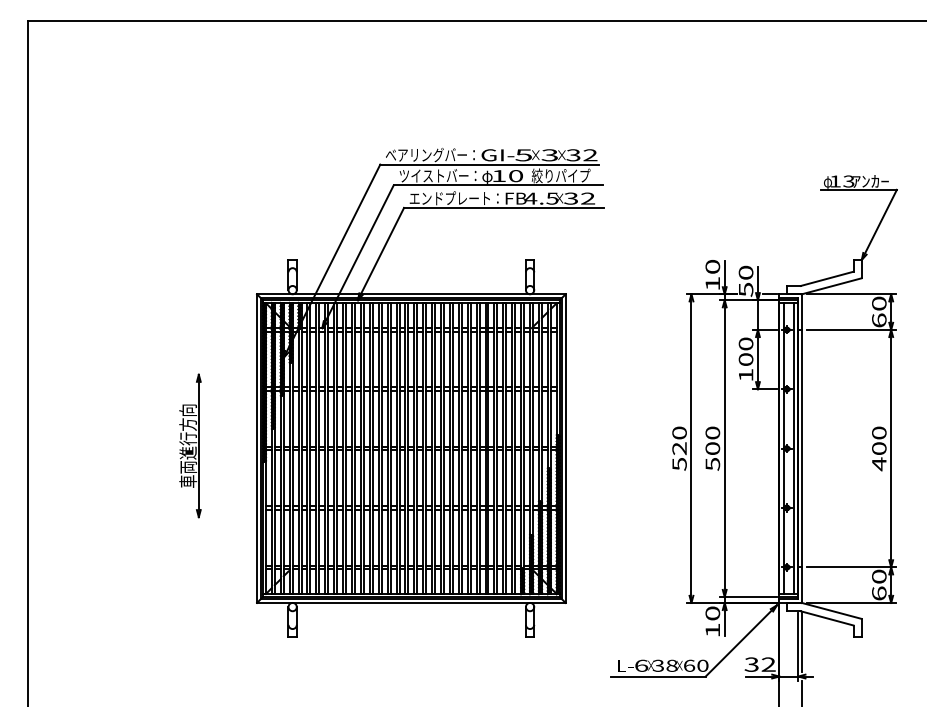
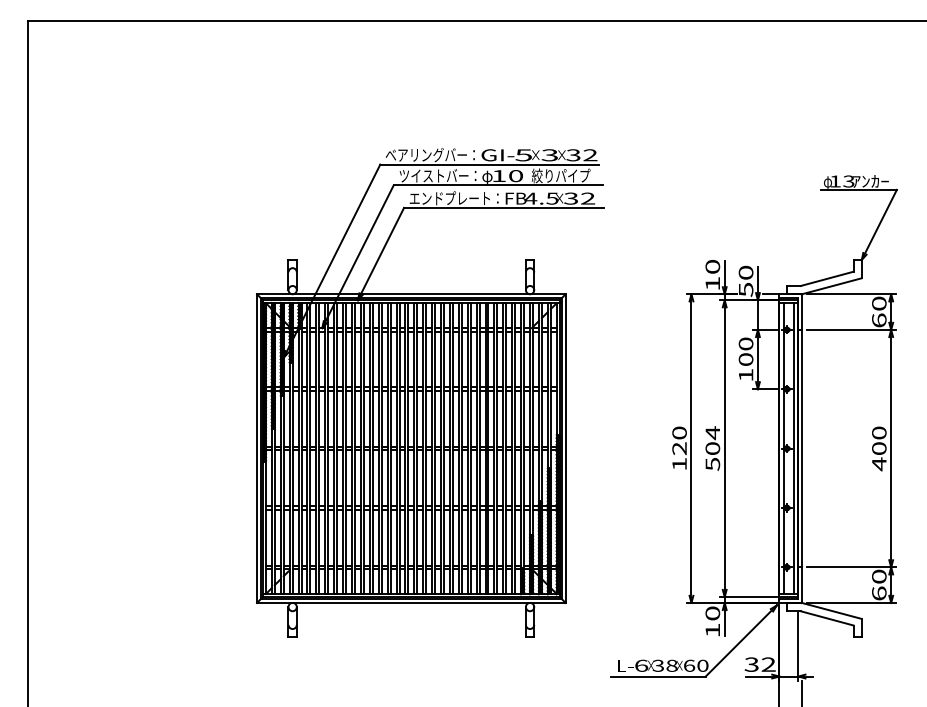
text at (712, 433): 500 -> 504
part at (190, 445): present -> none
text at (679, 464): 520 -> 120
line at (801, 641): present -> none
